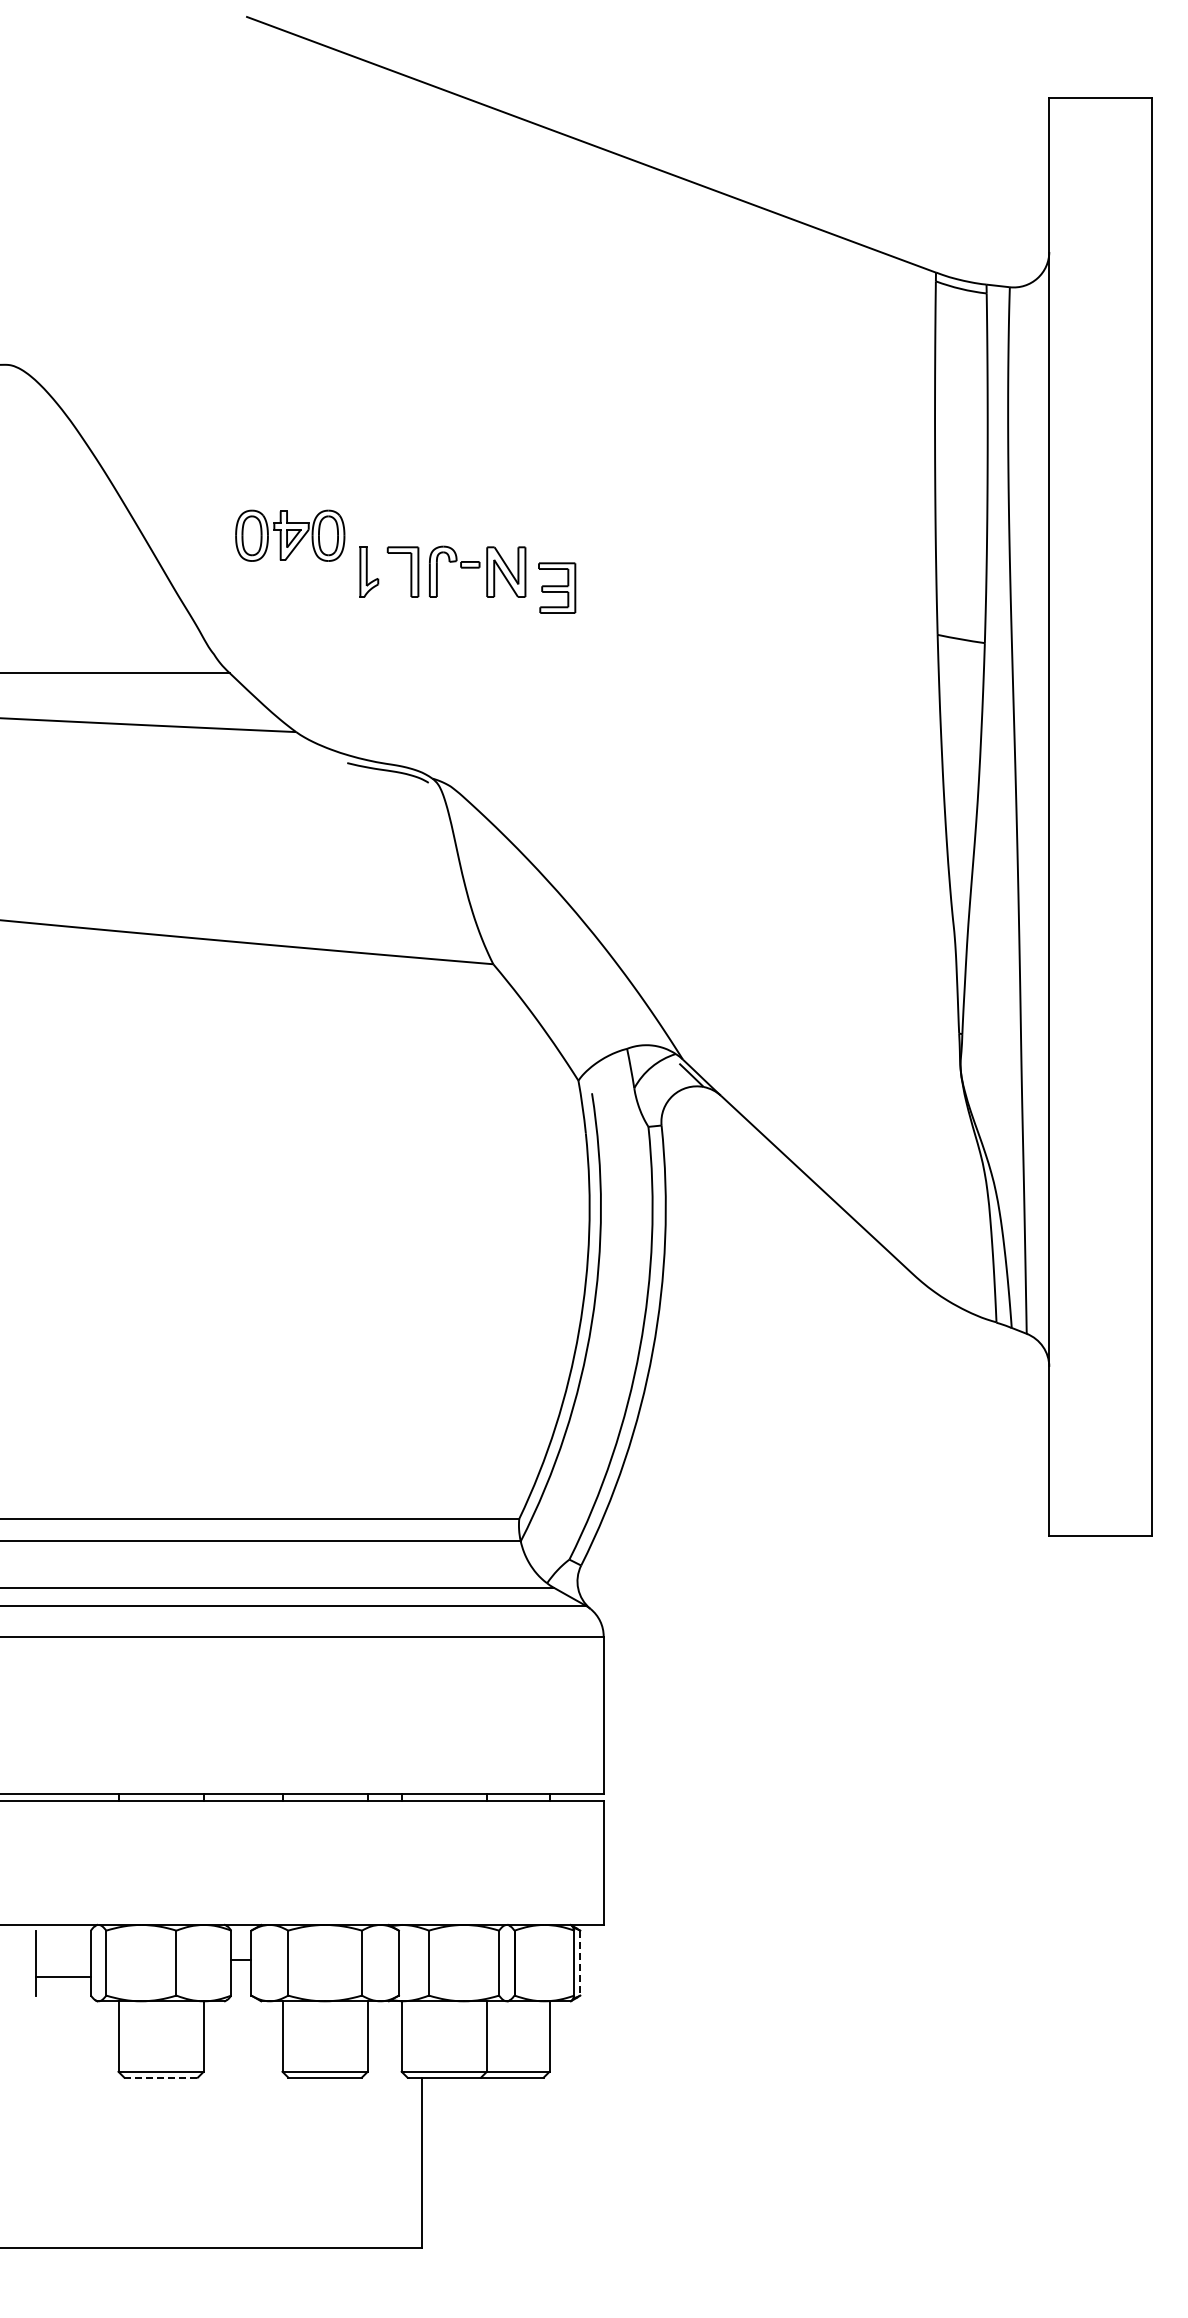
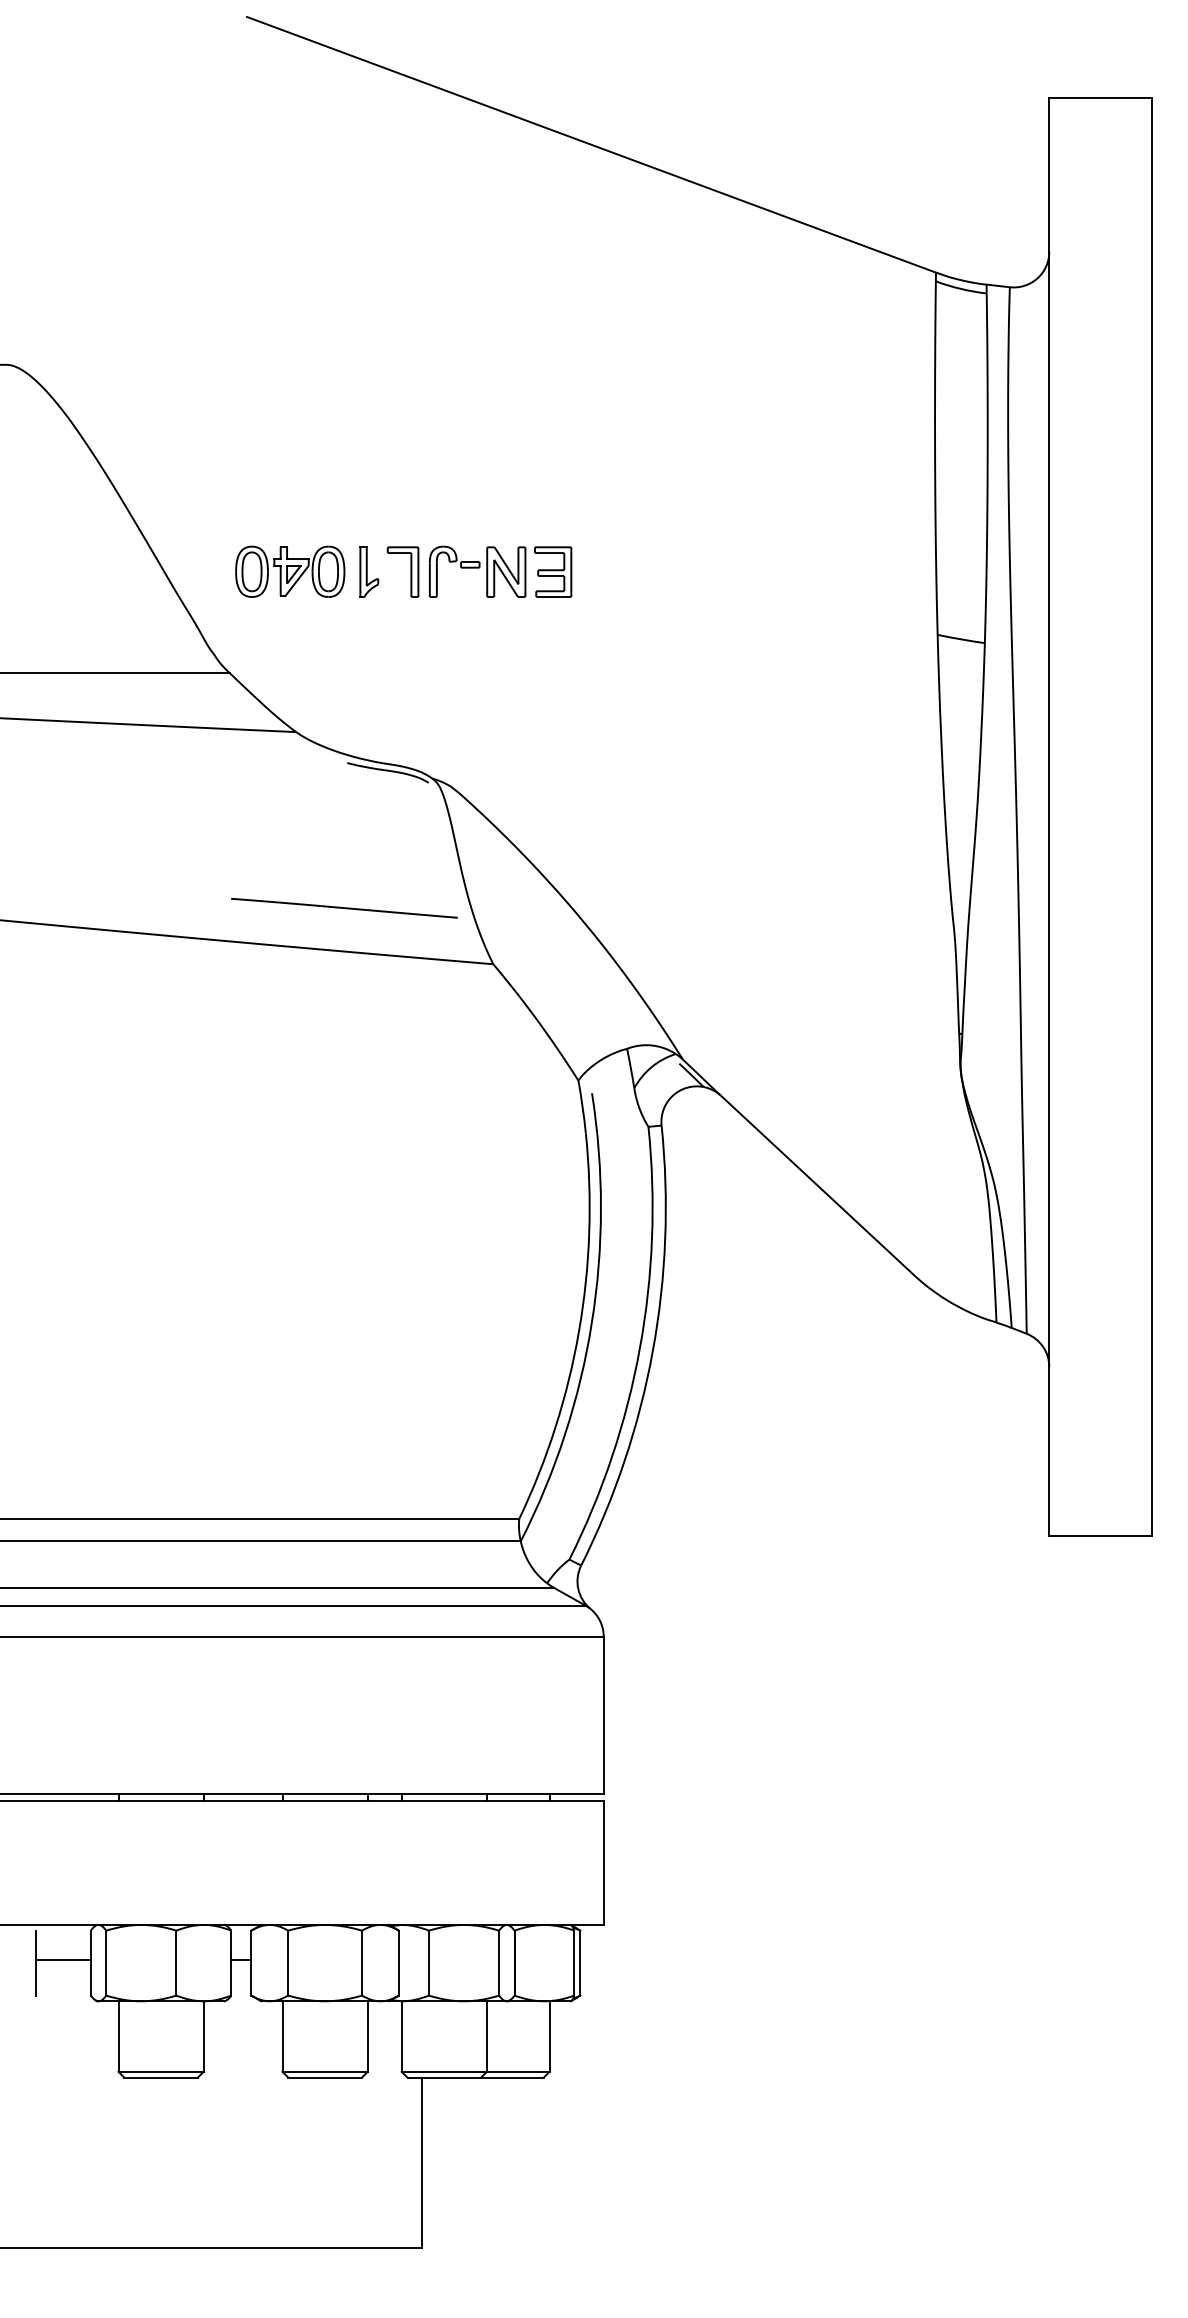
part at (290, 535) position: (290, 535) -> (290, 571)
part at (557, 587) position: (557, 587) -> (553, 571)
line at (344, 907): none -> present
line at (580, 1963): dashed -> solid
line at (62, 1977) position: (62, 1977) -> (62, 1960)
line at (161, 2077): dashed -> solid
